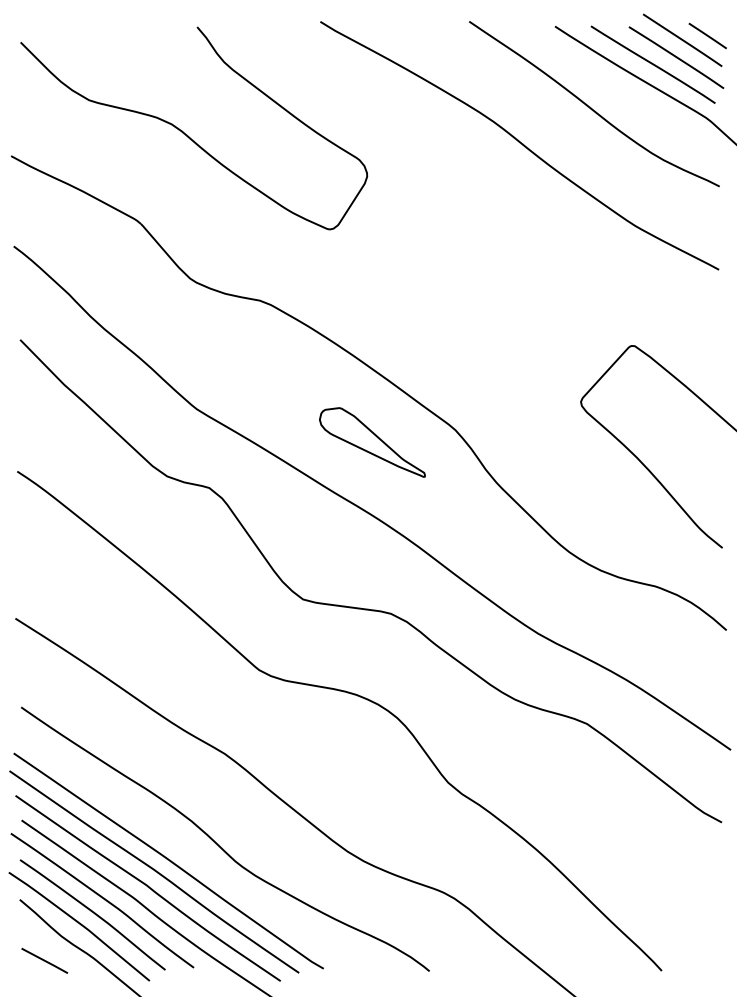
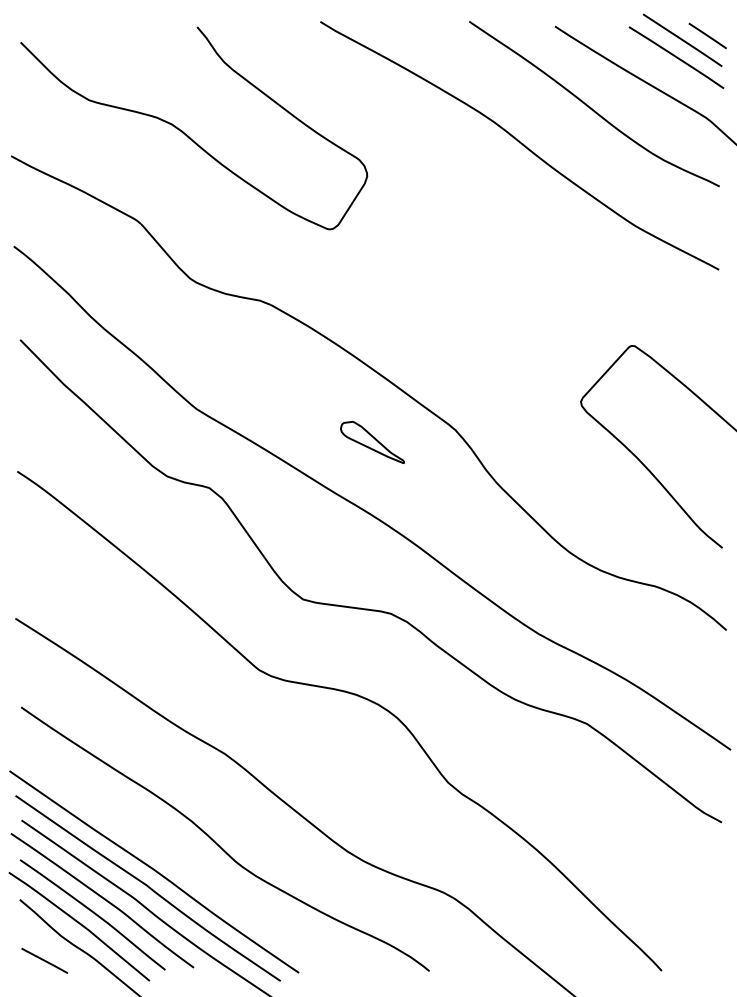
line at (652, 64): present -> none
part at (372, 442) size: 107x71 px -> 65x43 px
curve at (168, 860): present -> none
